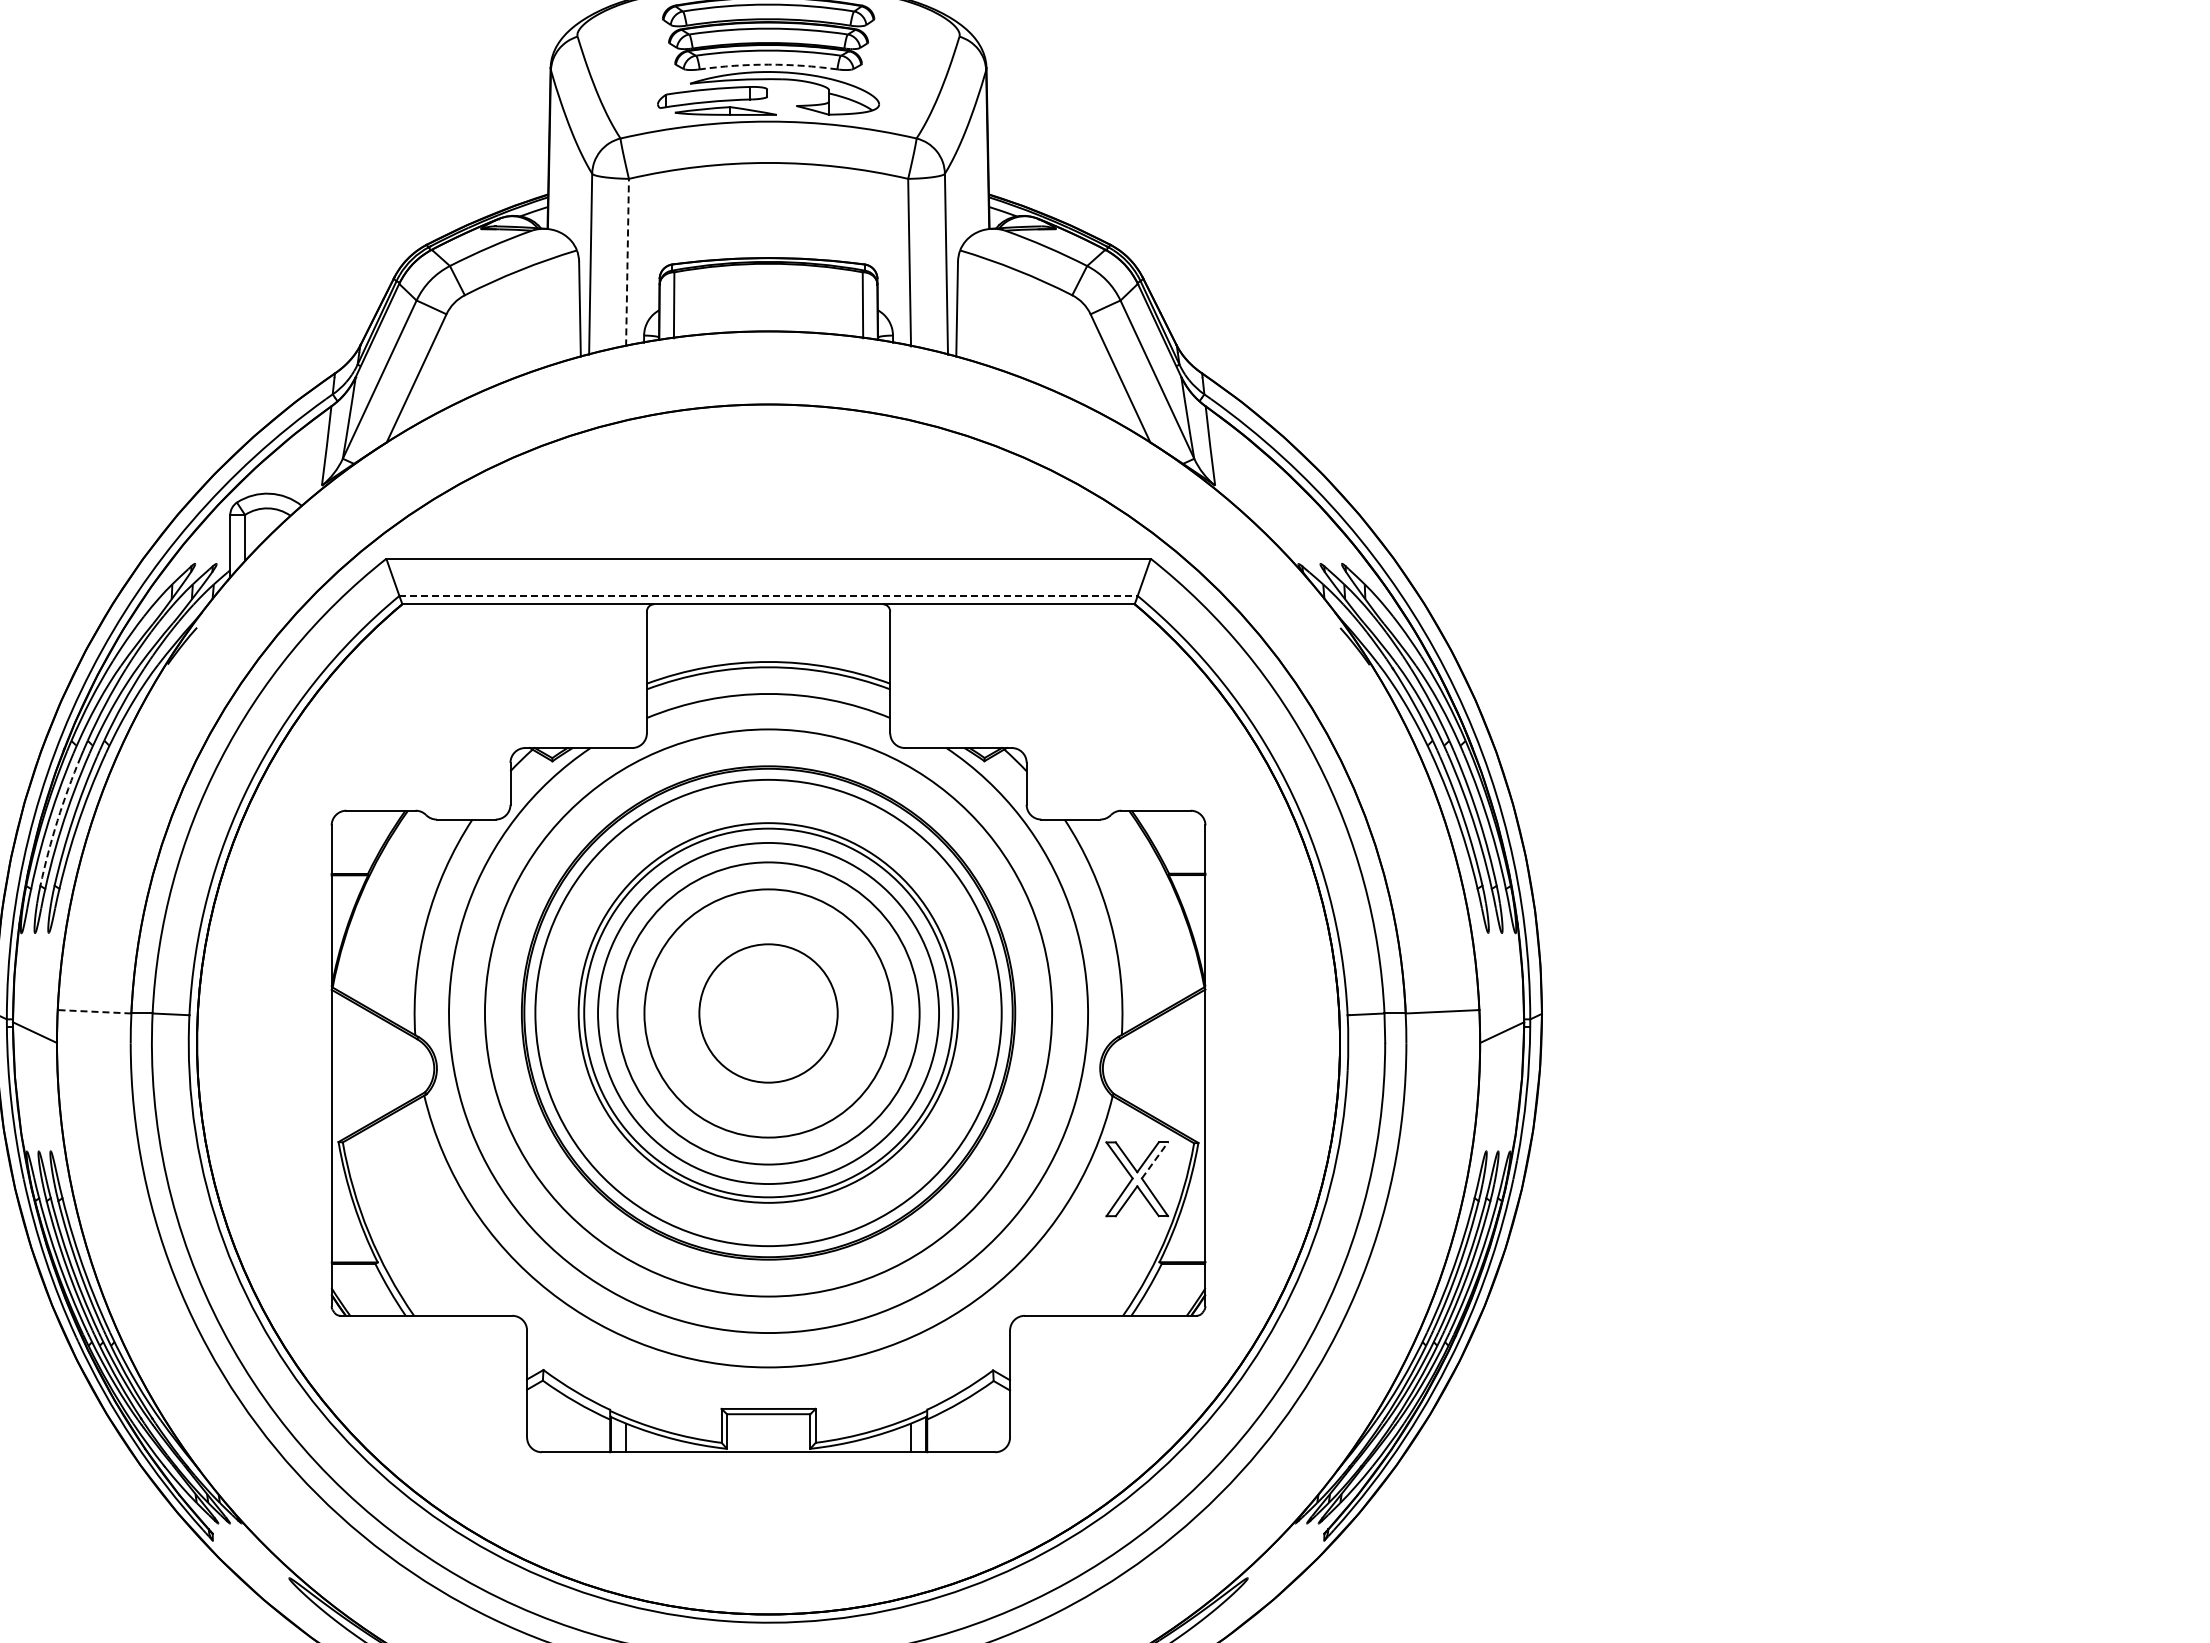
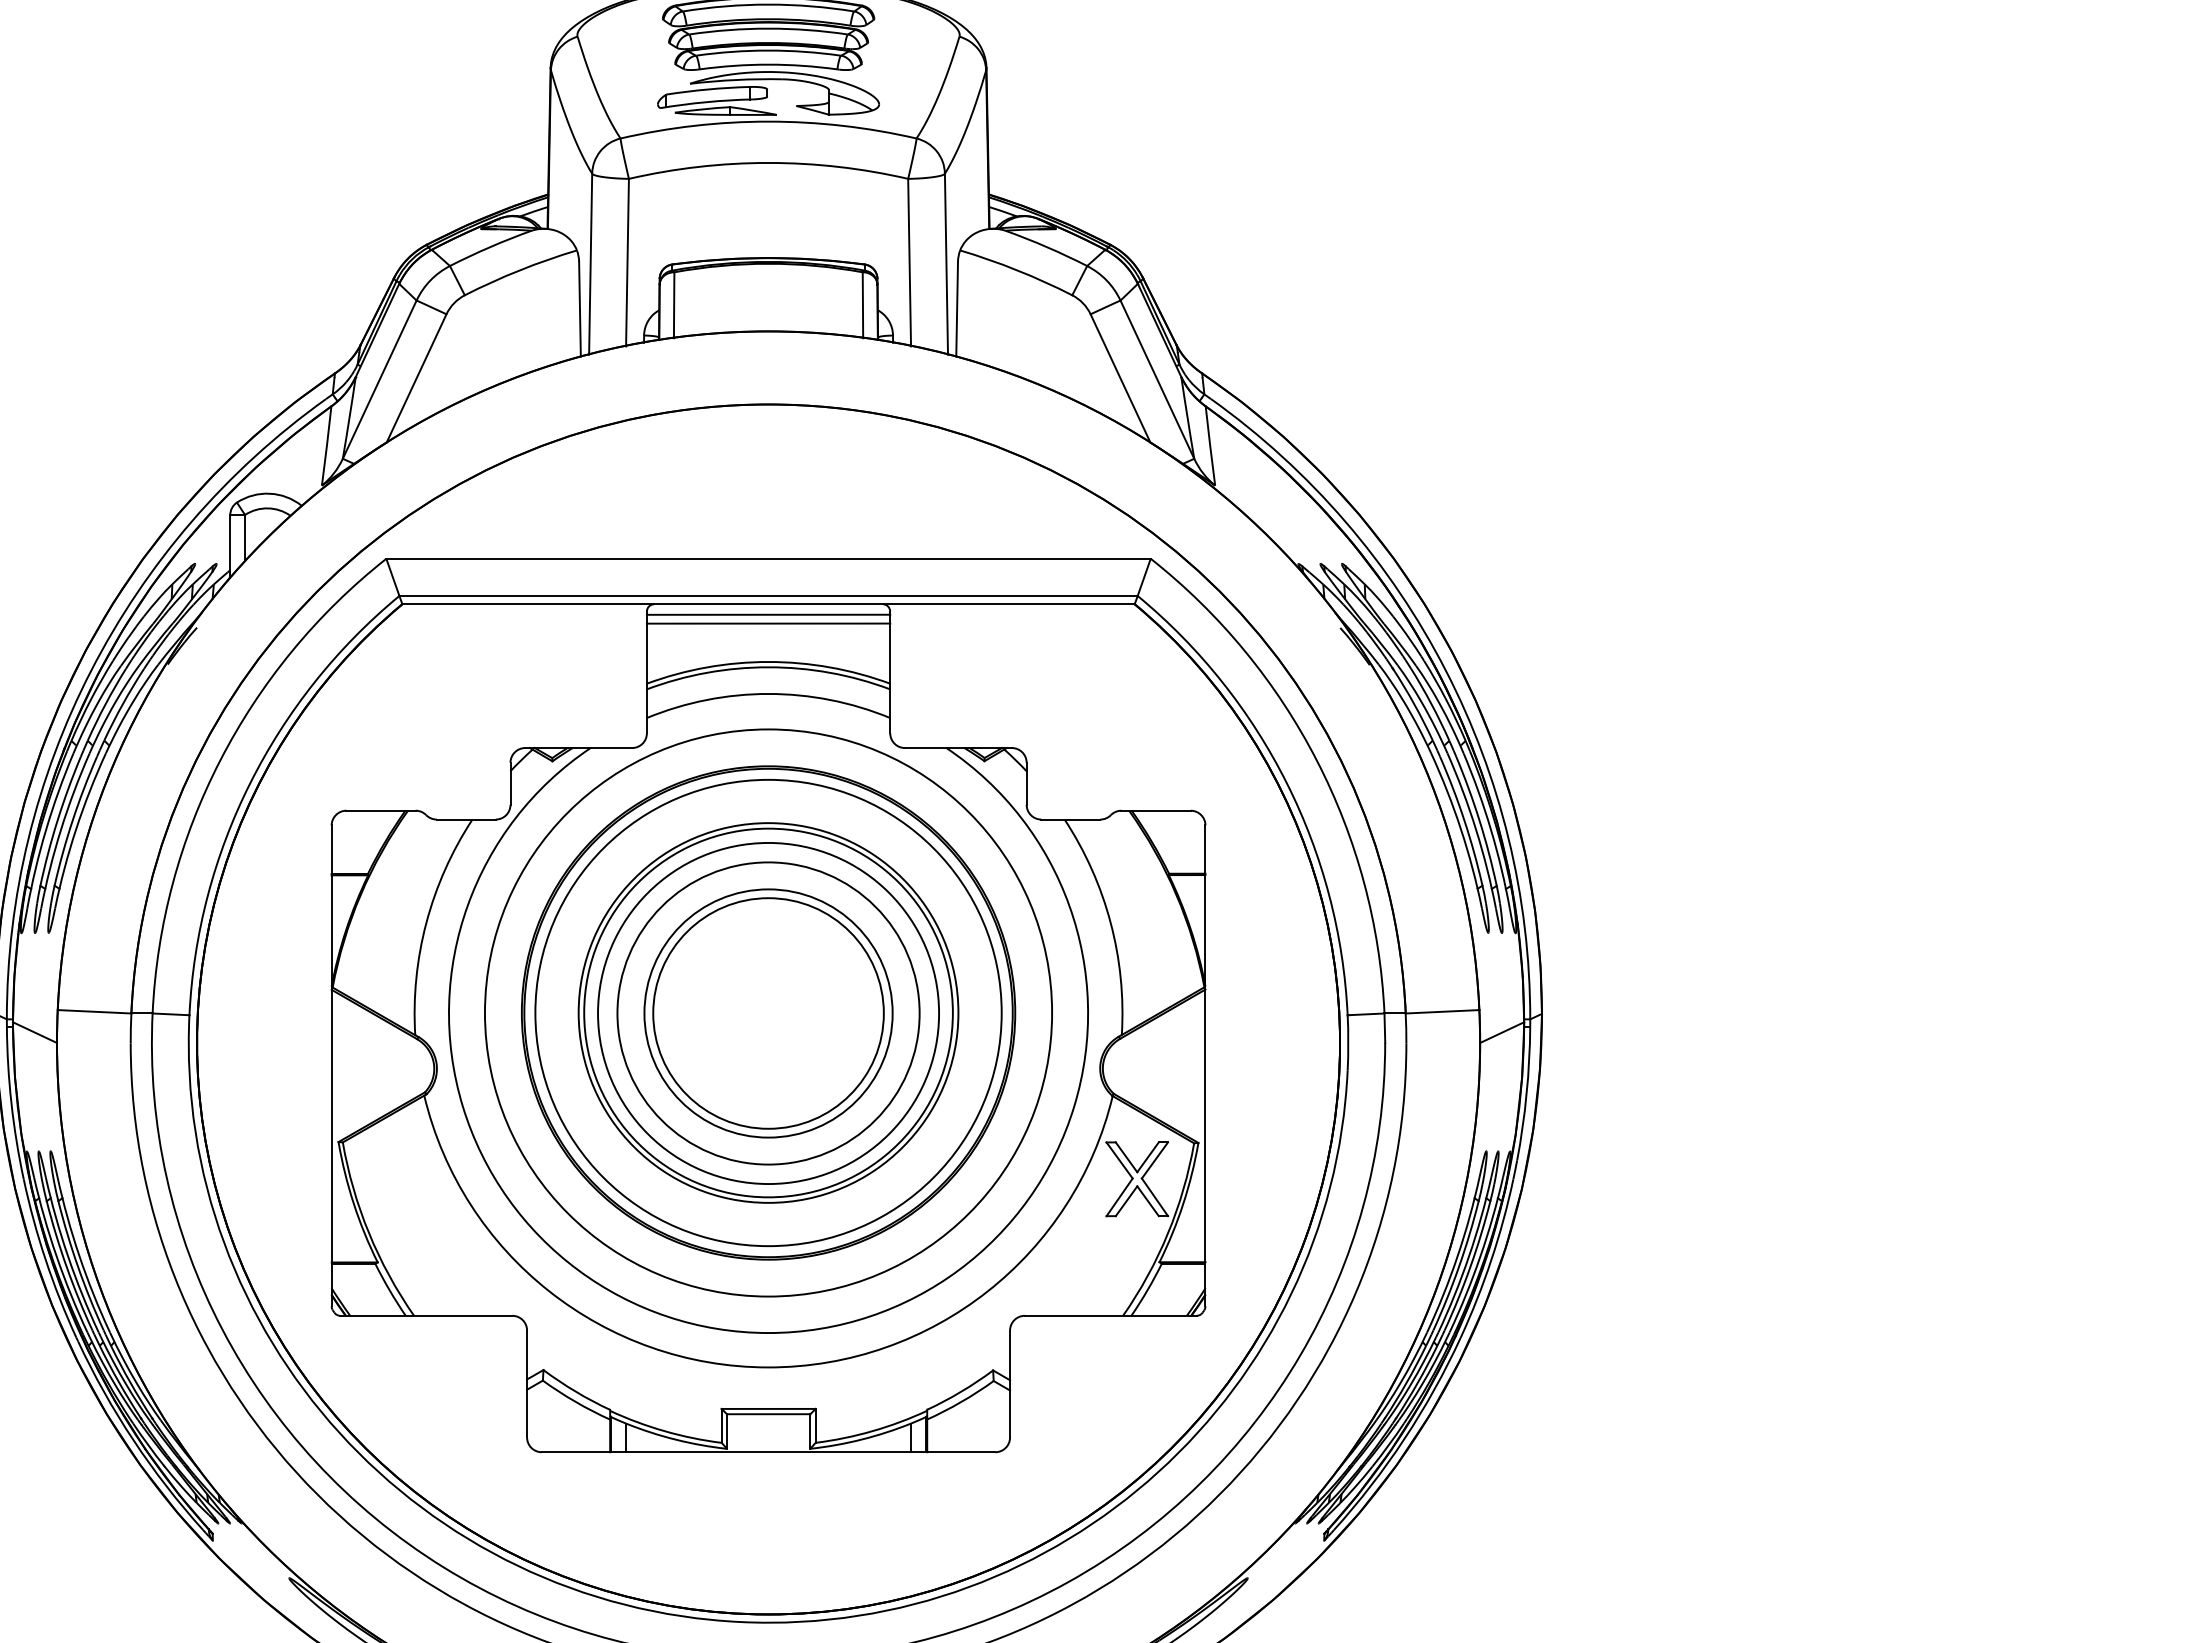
arc at (768, 64): dashed -> solid
line at (627, 262): dashed -> solid
line at (769, 595): dashed -> solid
line at (768, 614): none -> present
line at (768, 623): none -> present
arc at (57, 820): dashed -> solid
line at (94, 1011): dashed -> solid
circle at (768, 1013) diameter: 138 px -> 231 px
line at (1155, 1160): dashed -> solid
